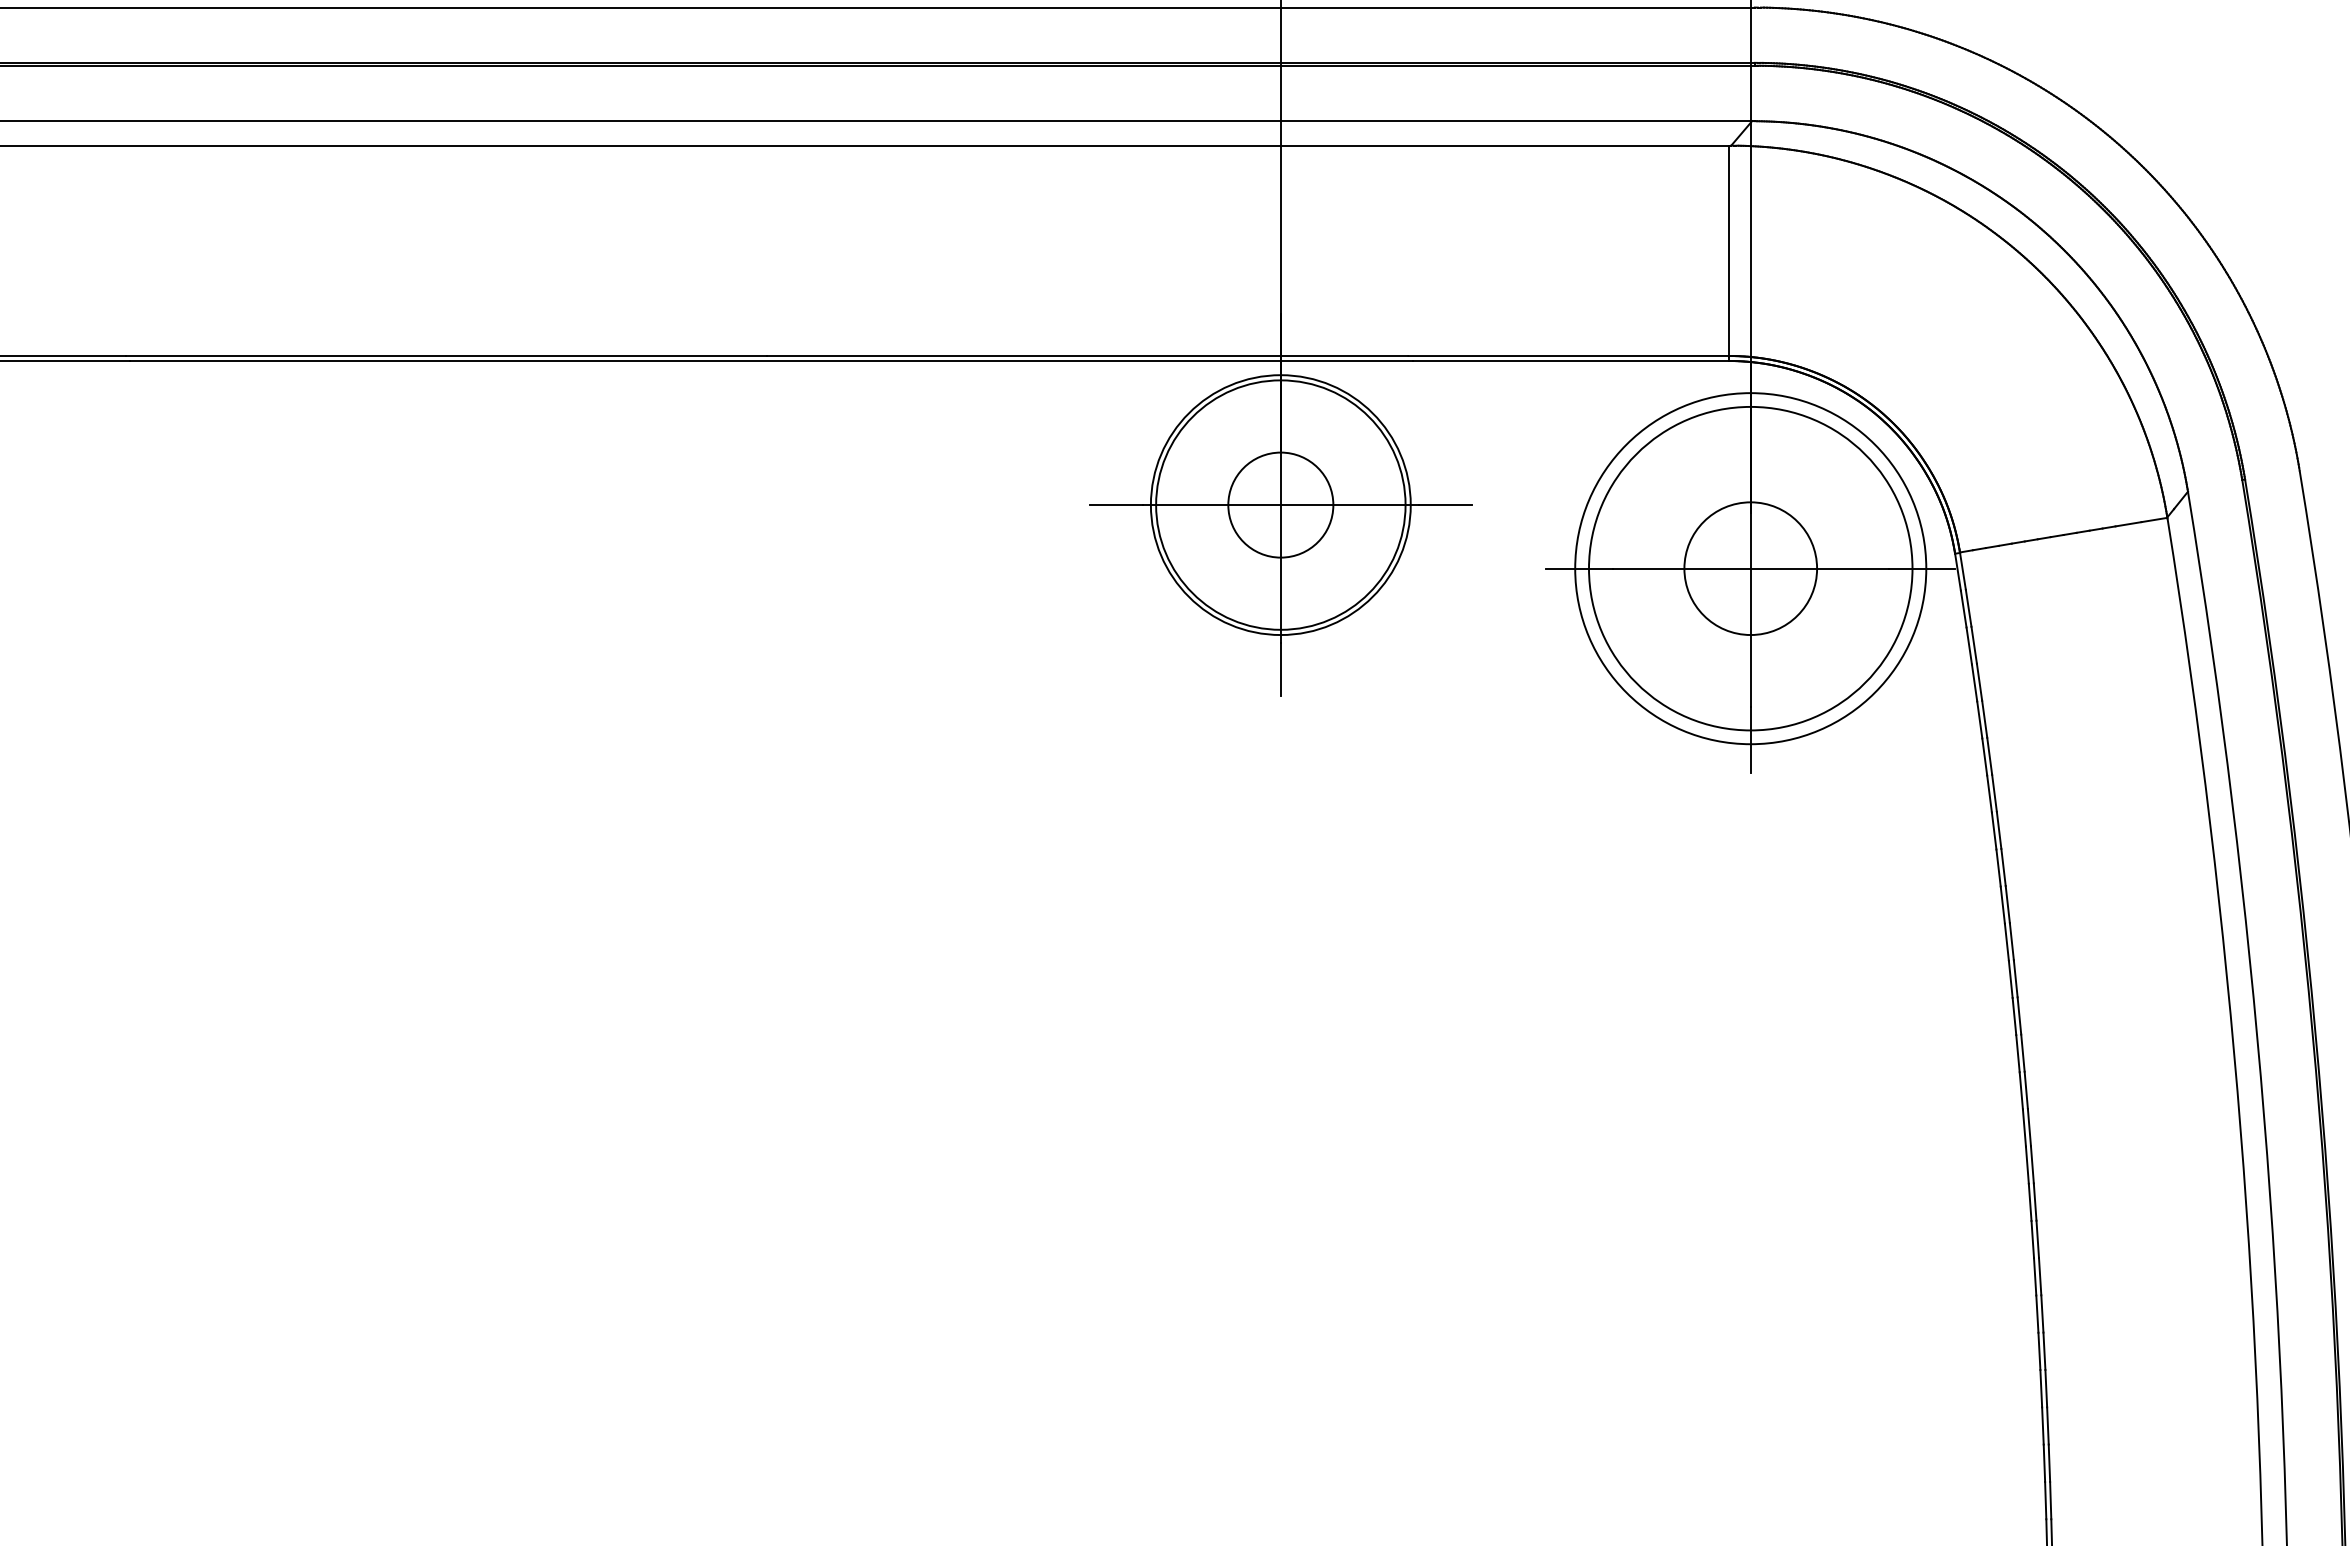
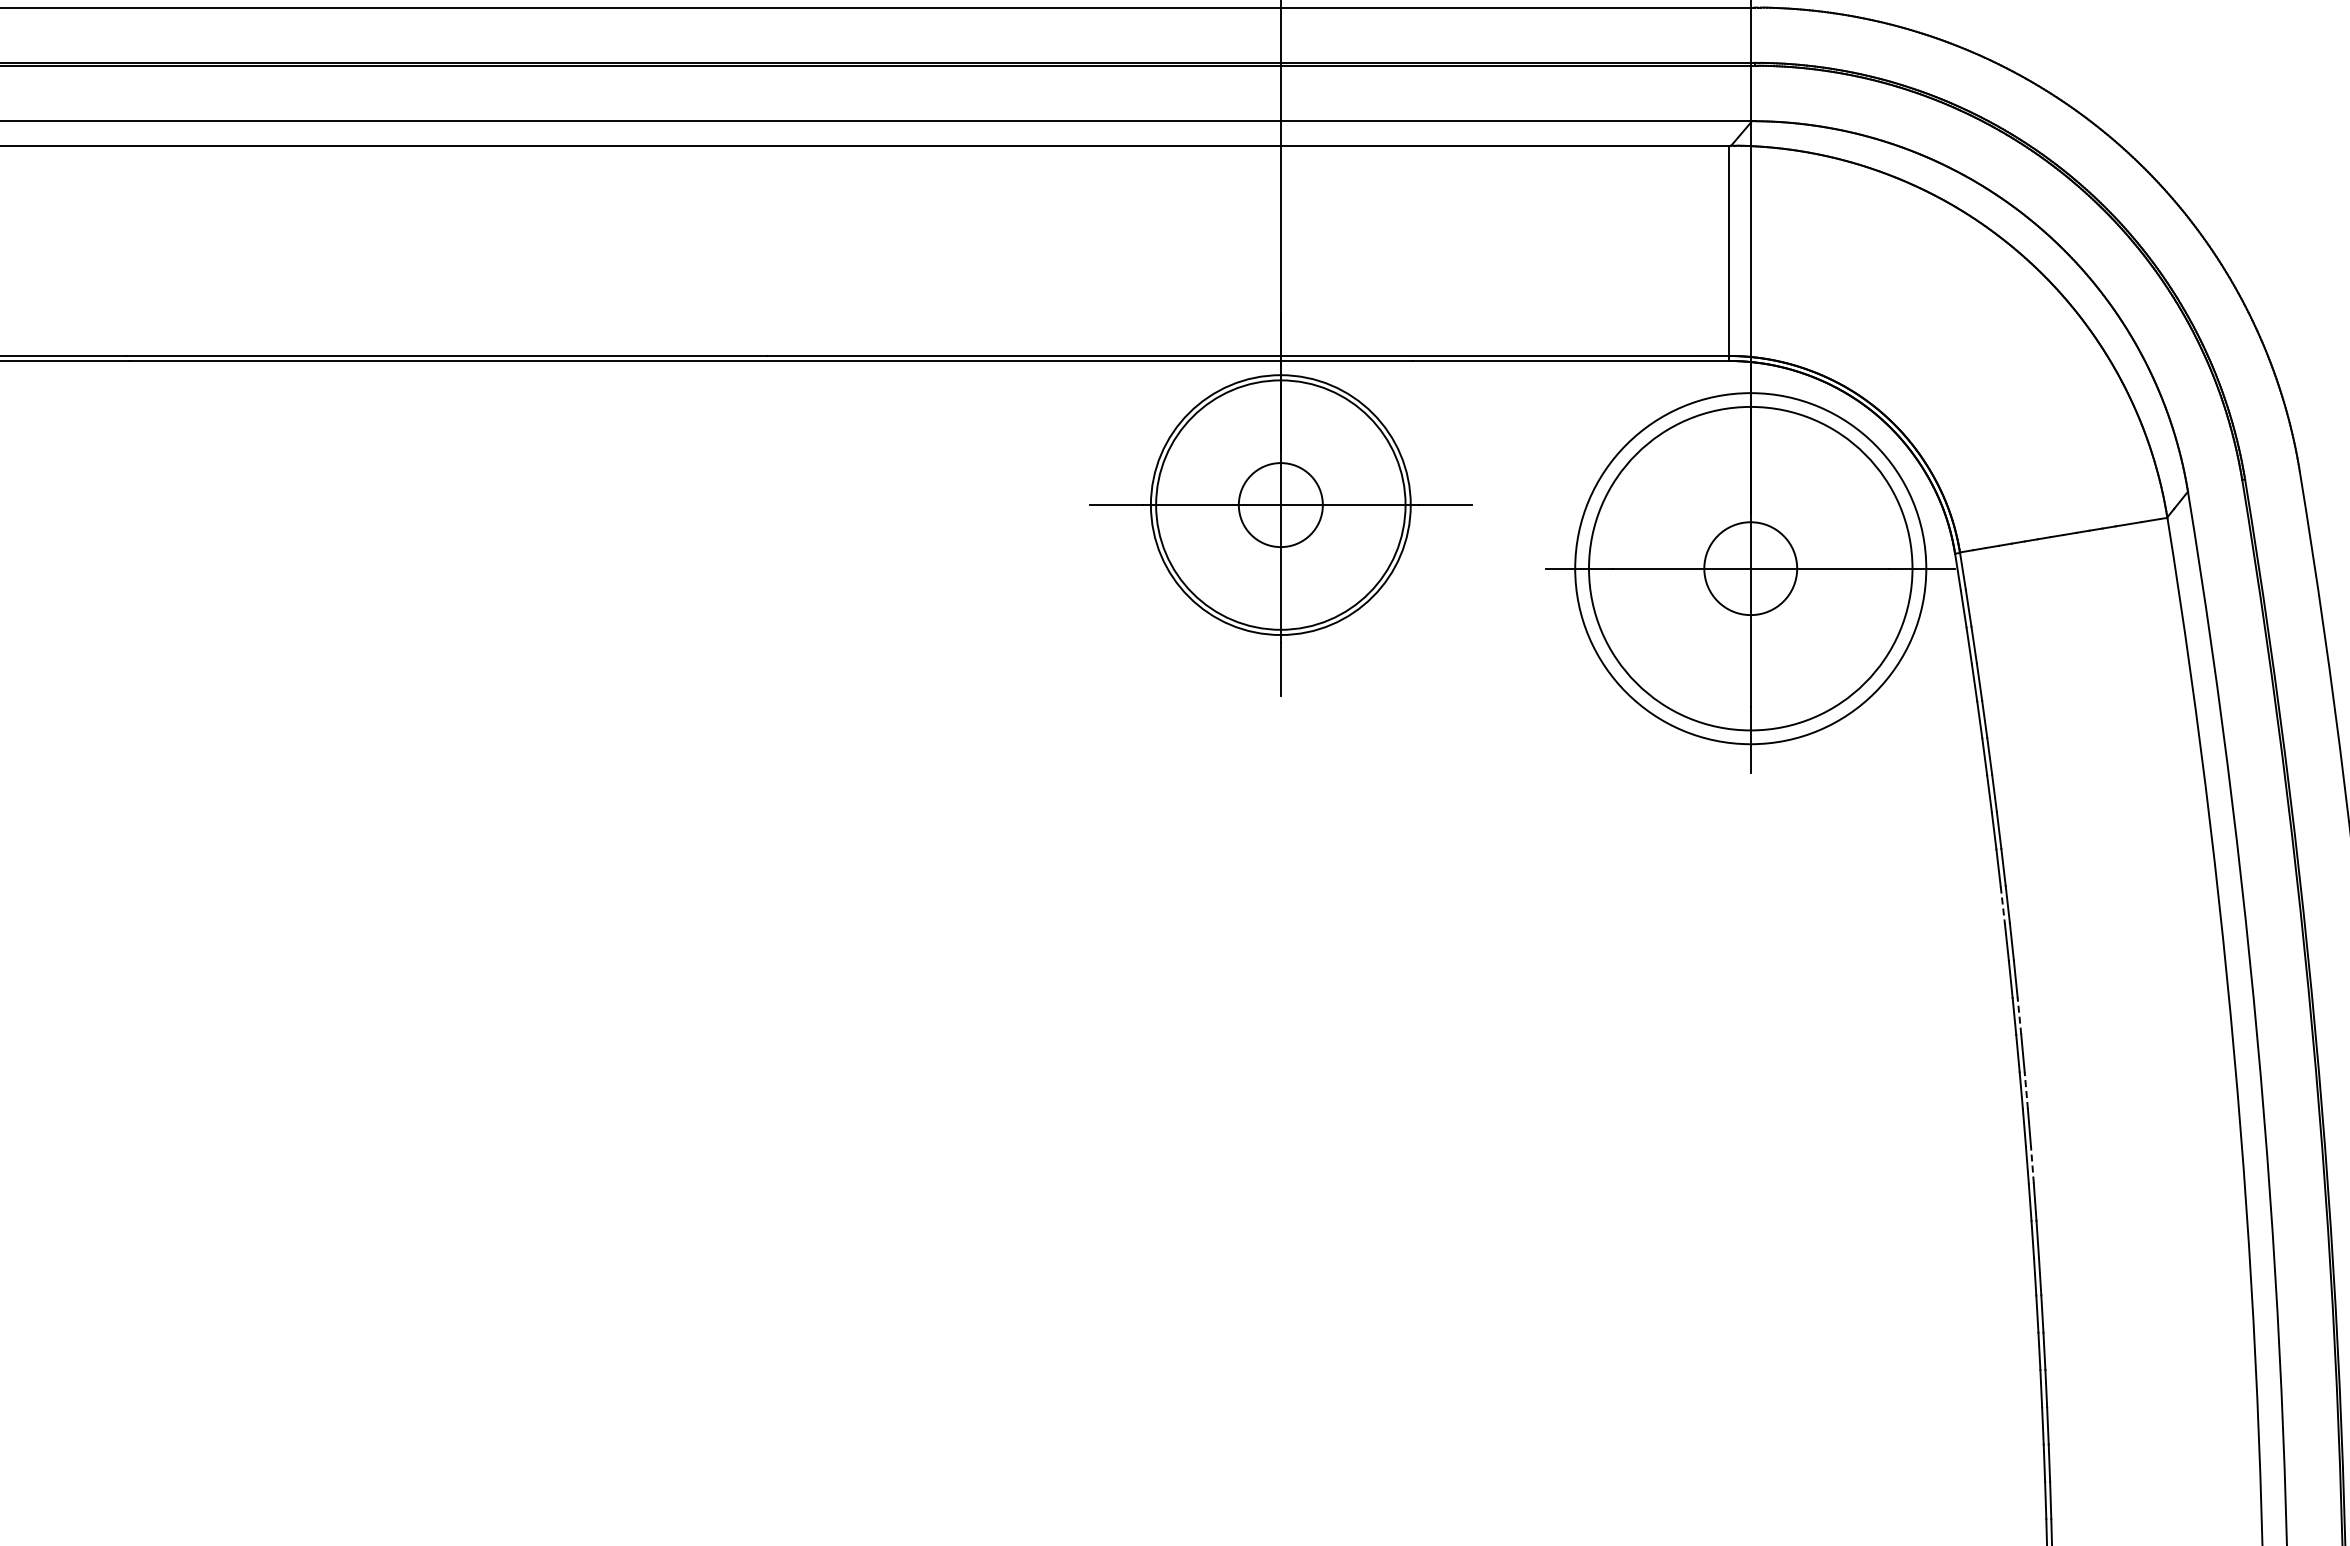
circle at (1280, 504) diameter: 105 px -> 84 px
circle at (1750, 568) diameter: 133 px -> 93 px
line at (2002, 905): solid -> dashed
line at (2019, 1015): solid -> dashed
line at (2026, 1090): solid -> dashed
line at (2032, 1164): solid -> dashed
